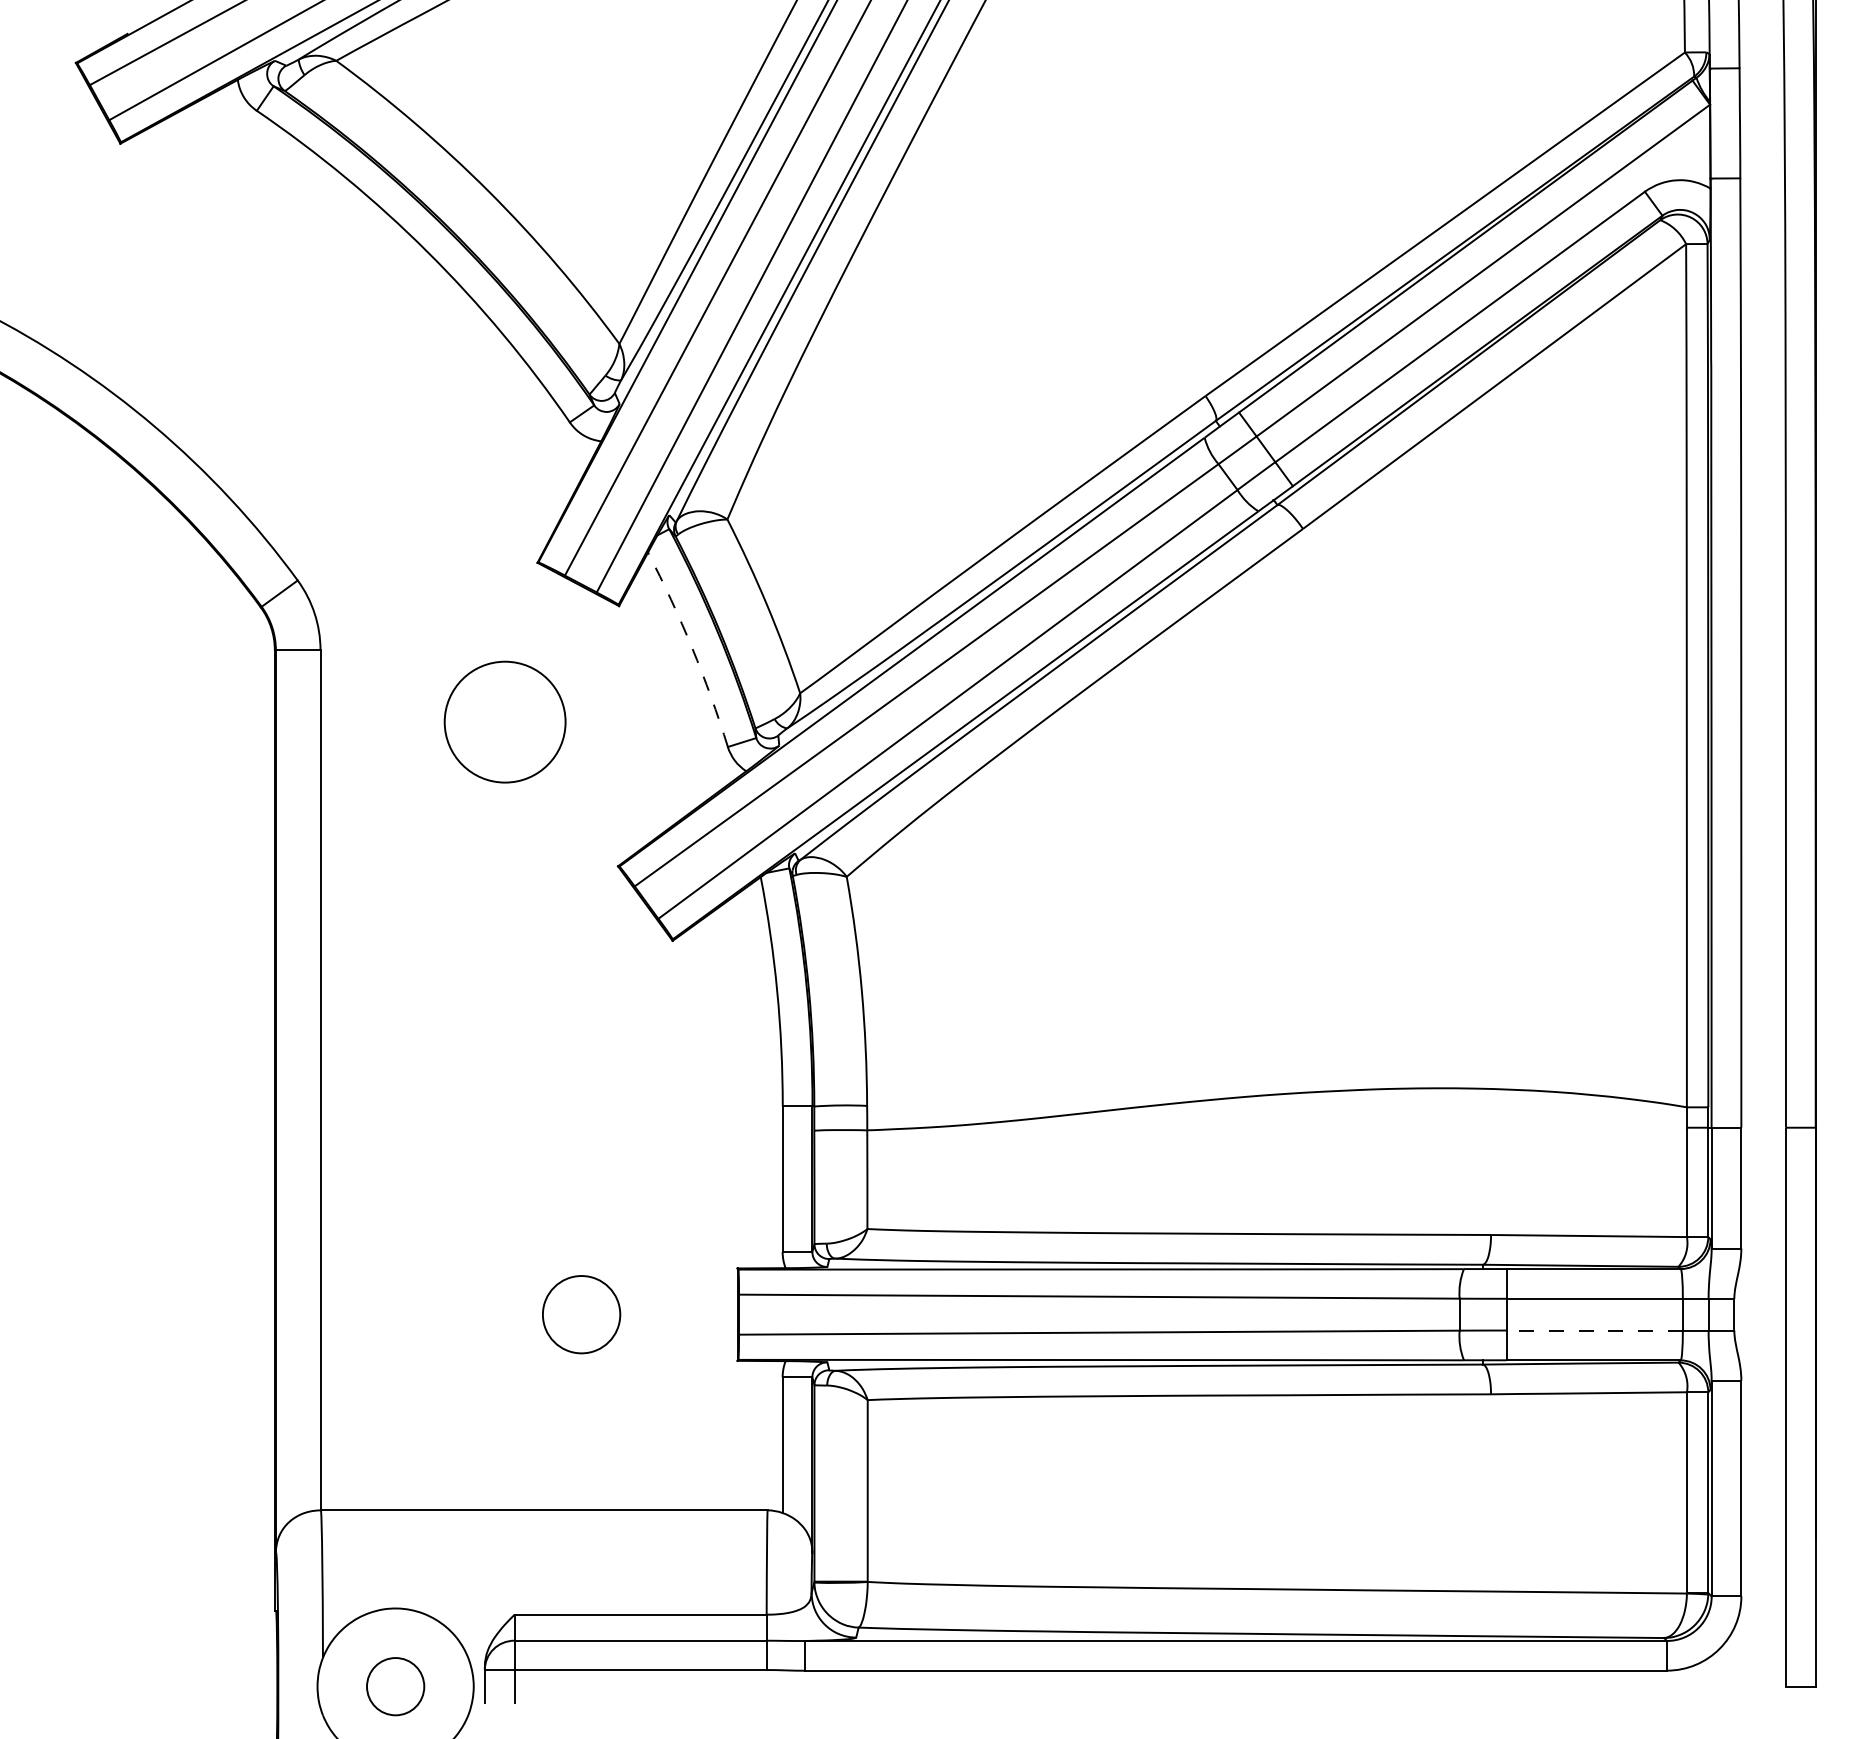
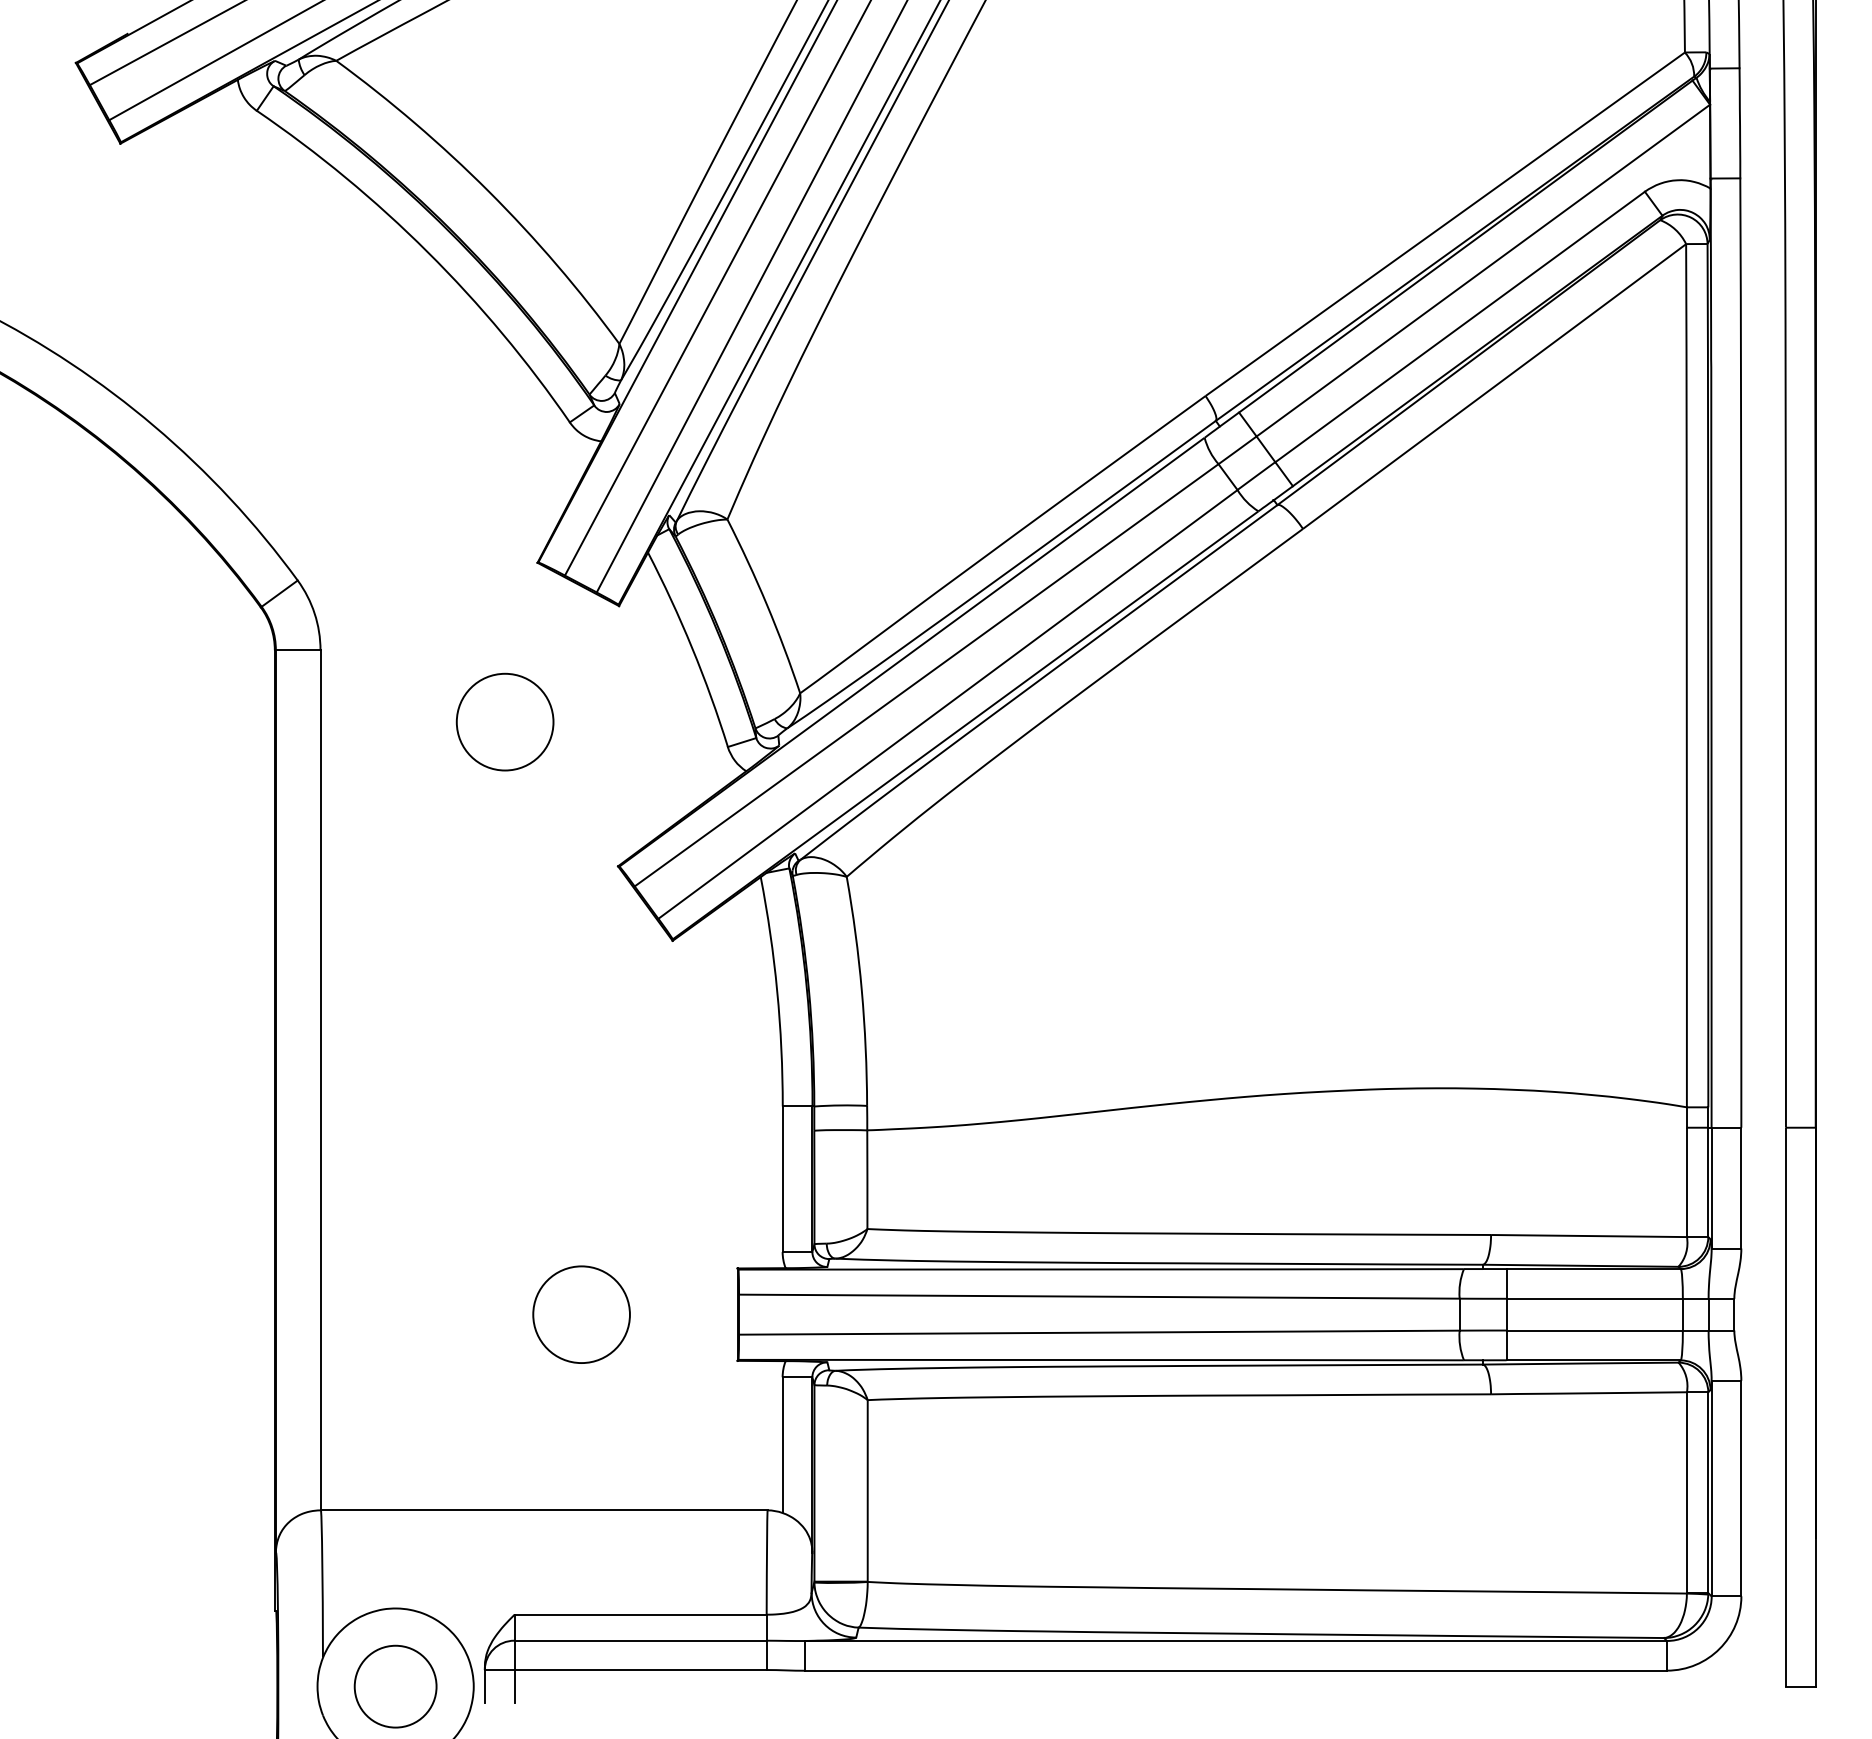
arc at (692, 648): dashed -> solid
circle at (504, 721) diameter: 121 px -> 97 px
circle at (581, 1314) size: 80x80 px -> 99x99 px
line at (1594, 1330): dashed -> solid
circle at (395, 1686) diameter: 57 px -> 82 px
